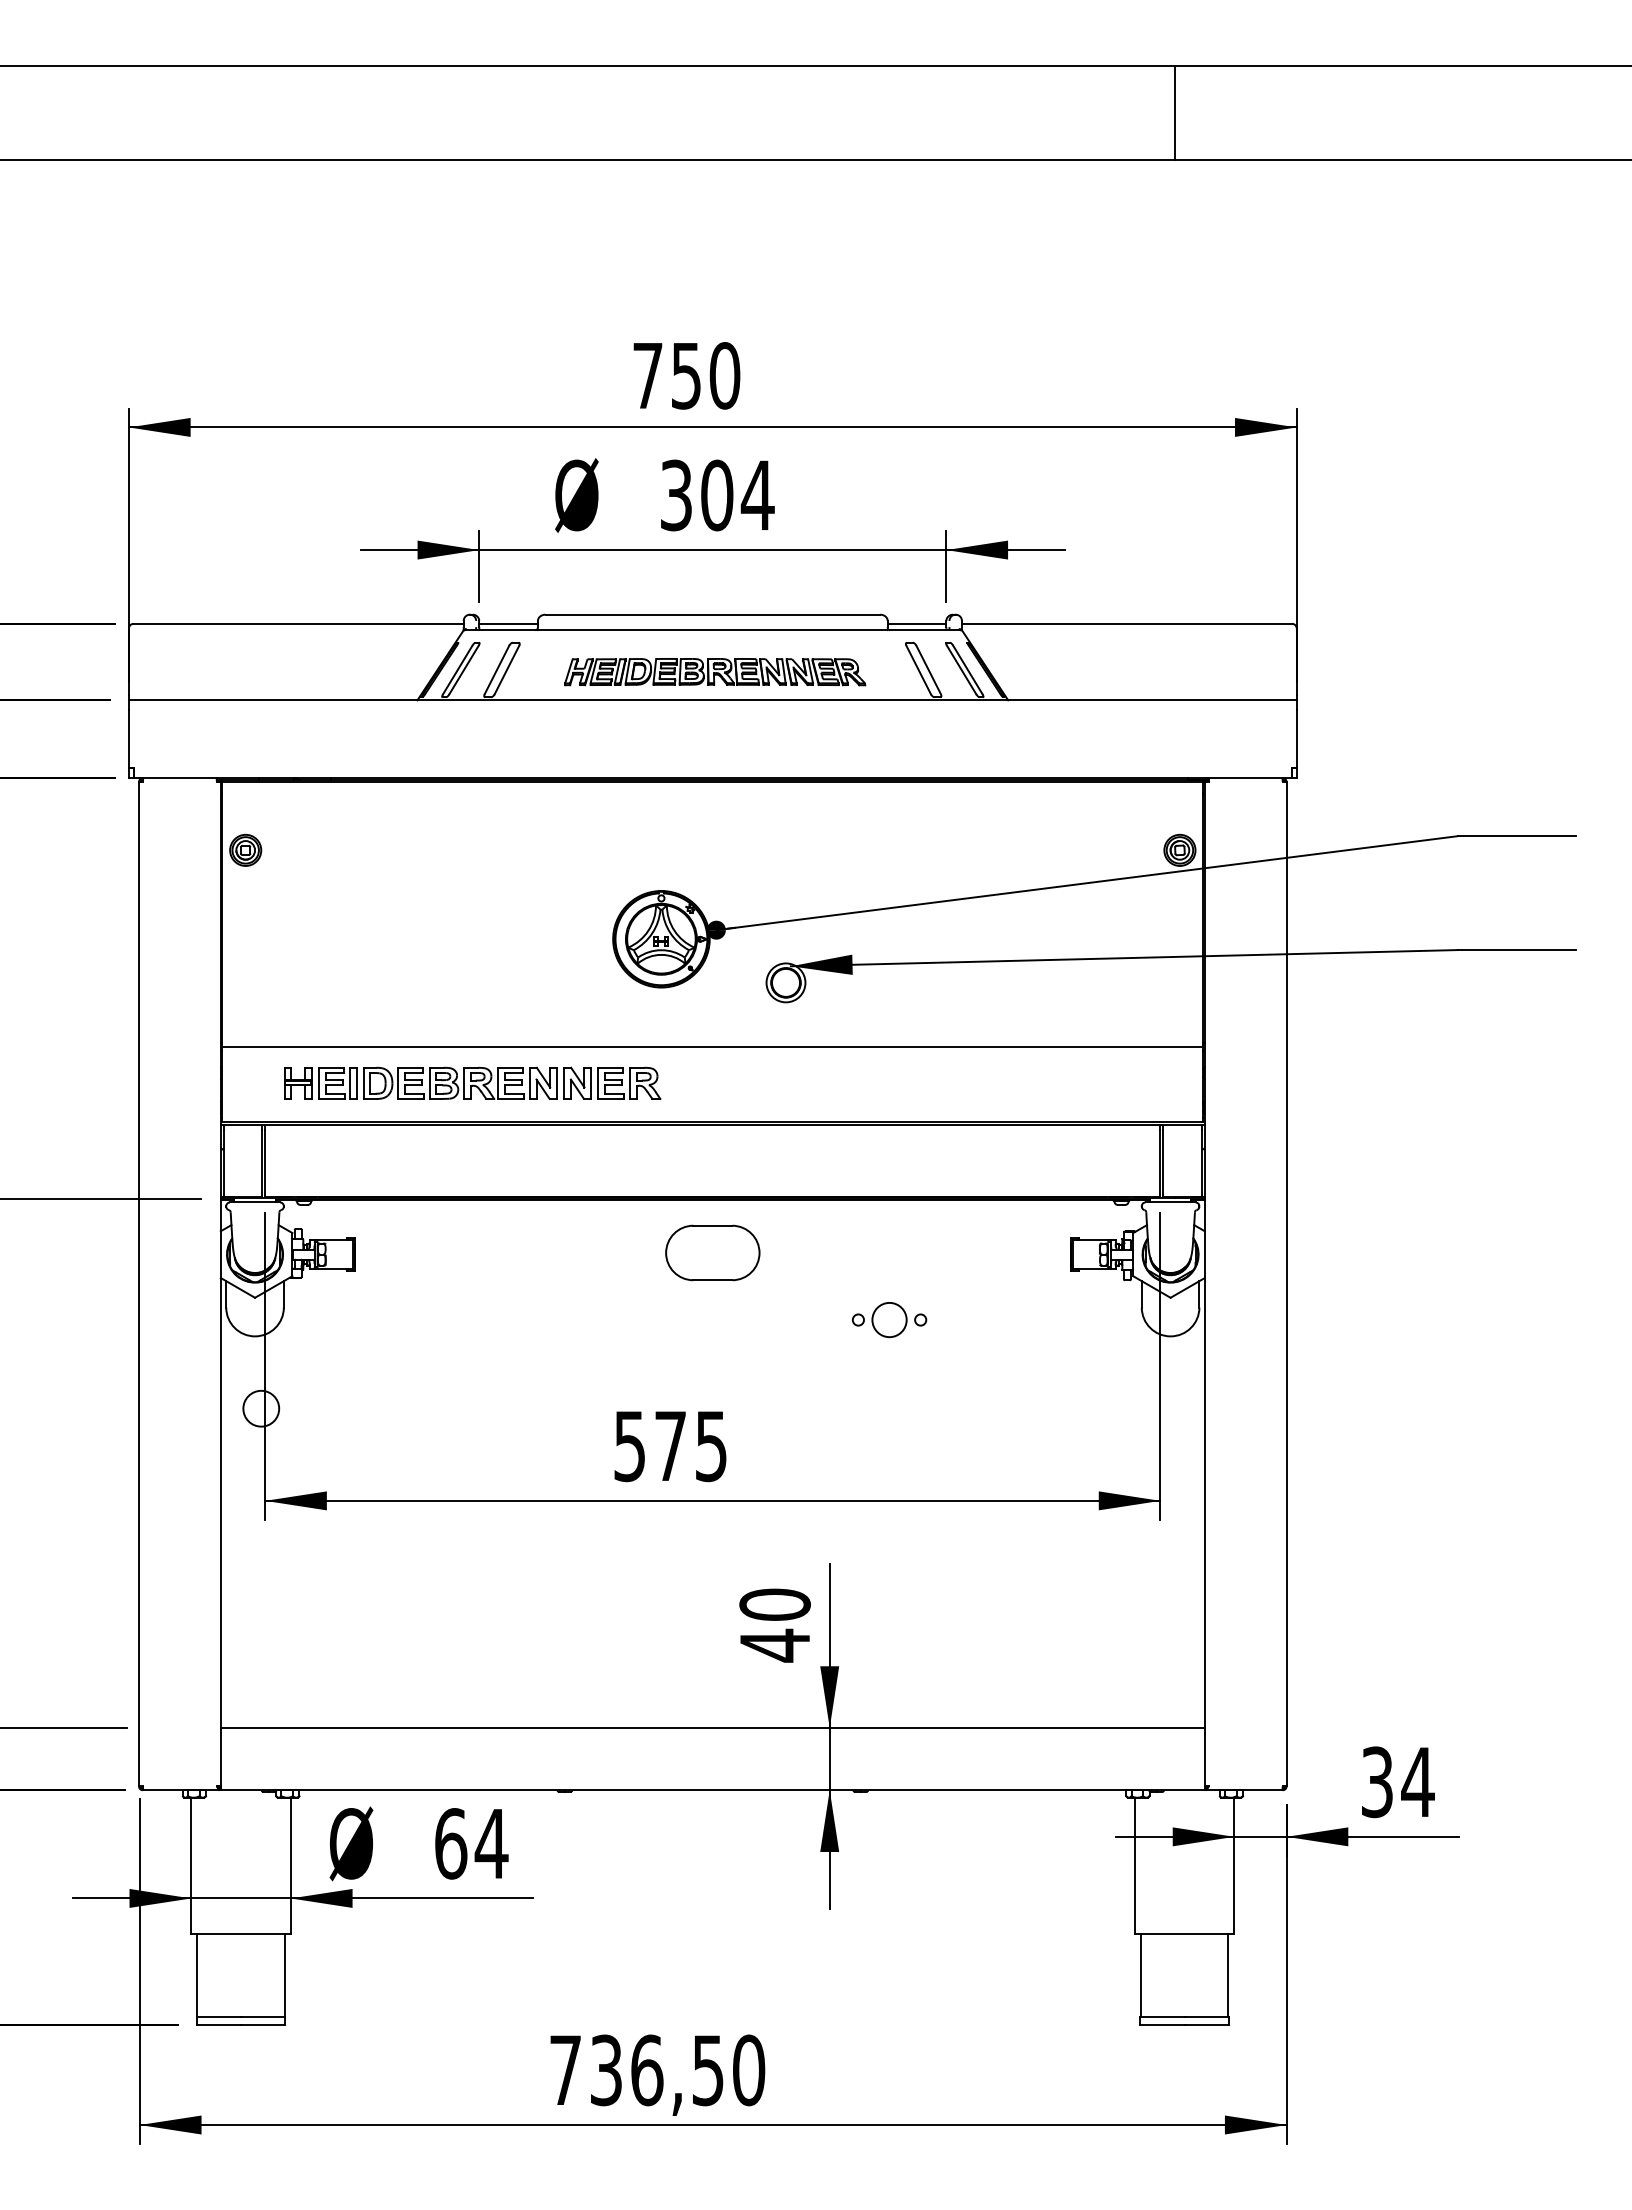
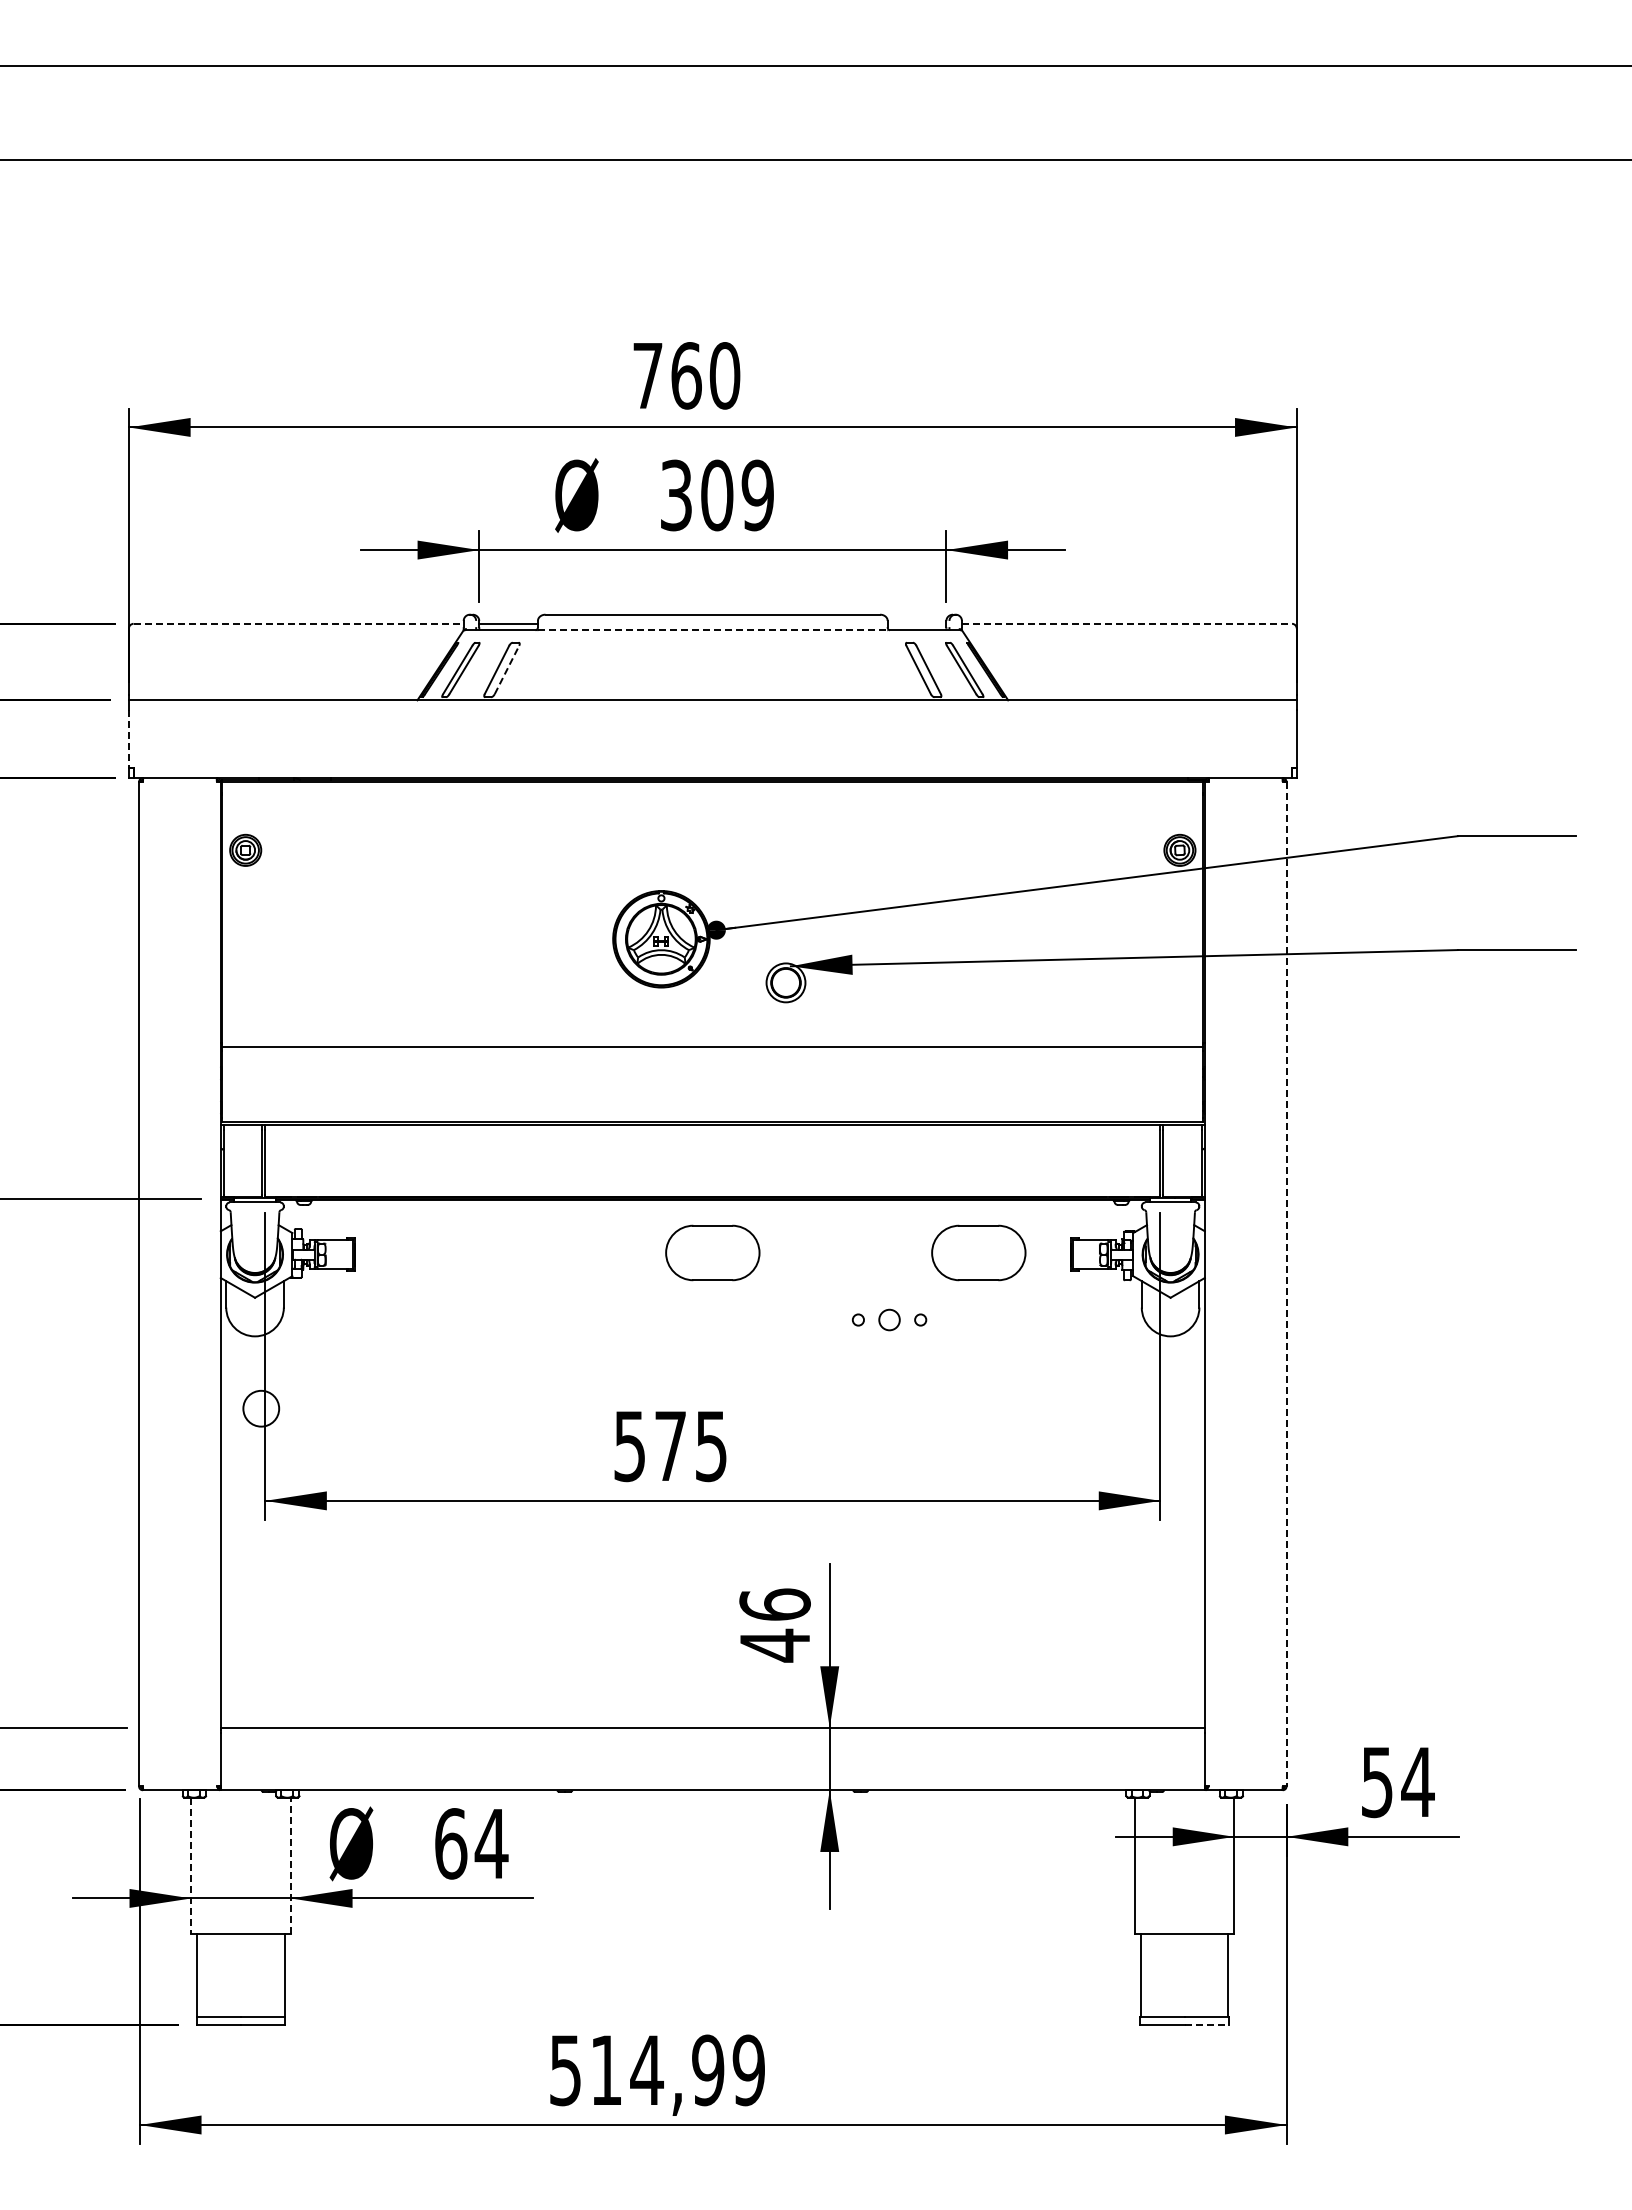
line at (1175, 112): present -> none
text at (686, 375): 750 -> 760
text at (757, 495): 304 -> 309
line at (299, 623): solid -> dashed
line at (916, 623): present -> none
line at (1127, 623): solid -> dashed
line at (712, 630): solid -> dashed
line at (507, 669): solid -> dashed
part at (715, 672): present -> none
line at (128, 739): solid -> dashed
part at (472, 1082): present -> none
part at (978, 1252): none -> present
line at (1286, 1284): solid -> dashed
circle at (889, 1319) diameter: 34 px -> 21 px
text at (774, 1604): 40 -> 46
text at (1377, 1781): 34 -> 54
line at (290, 1865): solid -> dashed
line at (191, 1866): solid -> dashed
line at (1207, 2024): solid -> dashed
text at (657, 2070): 736,50 -> 514,99
